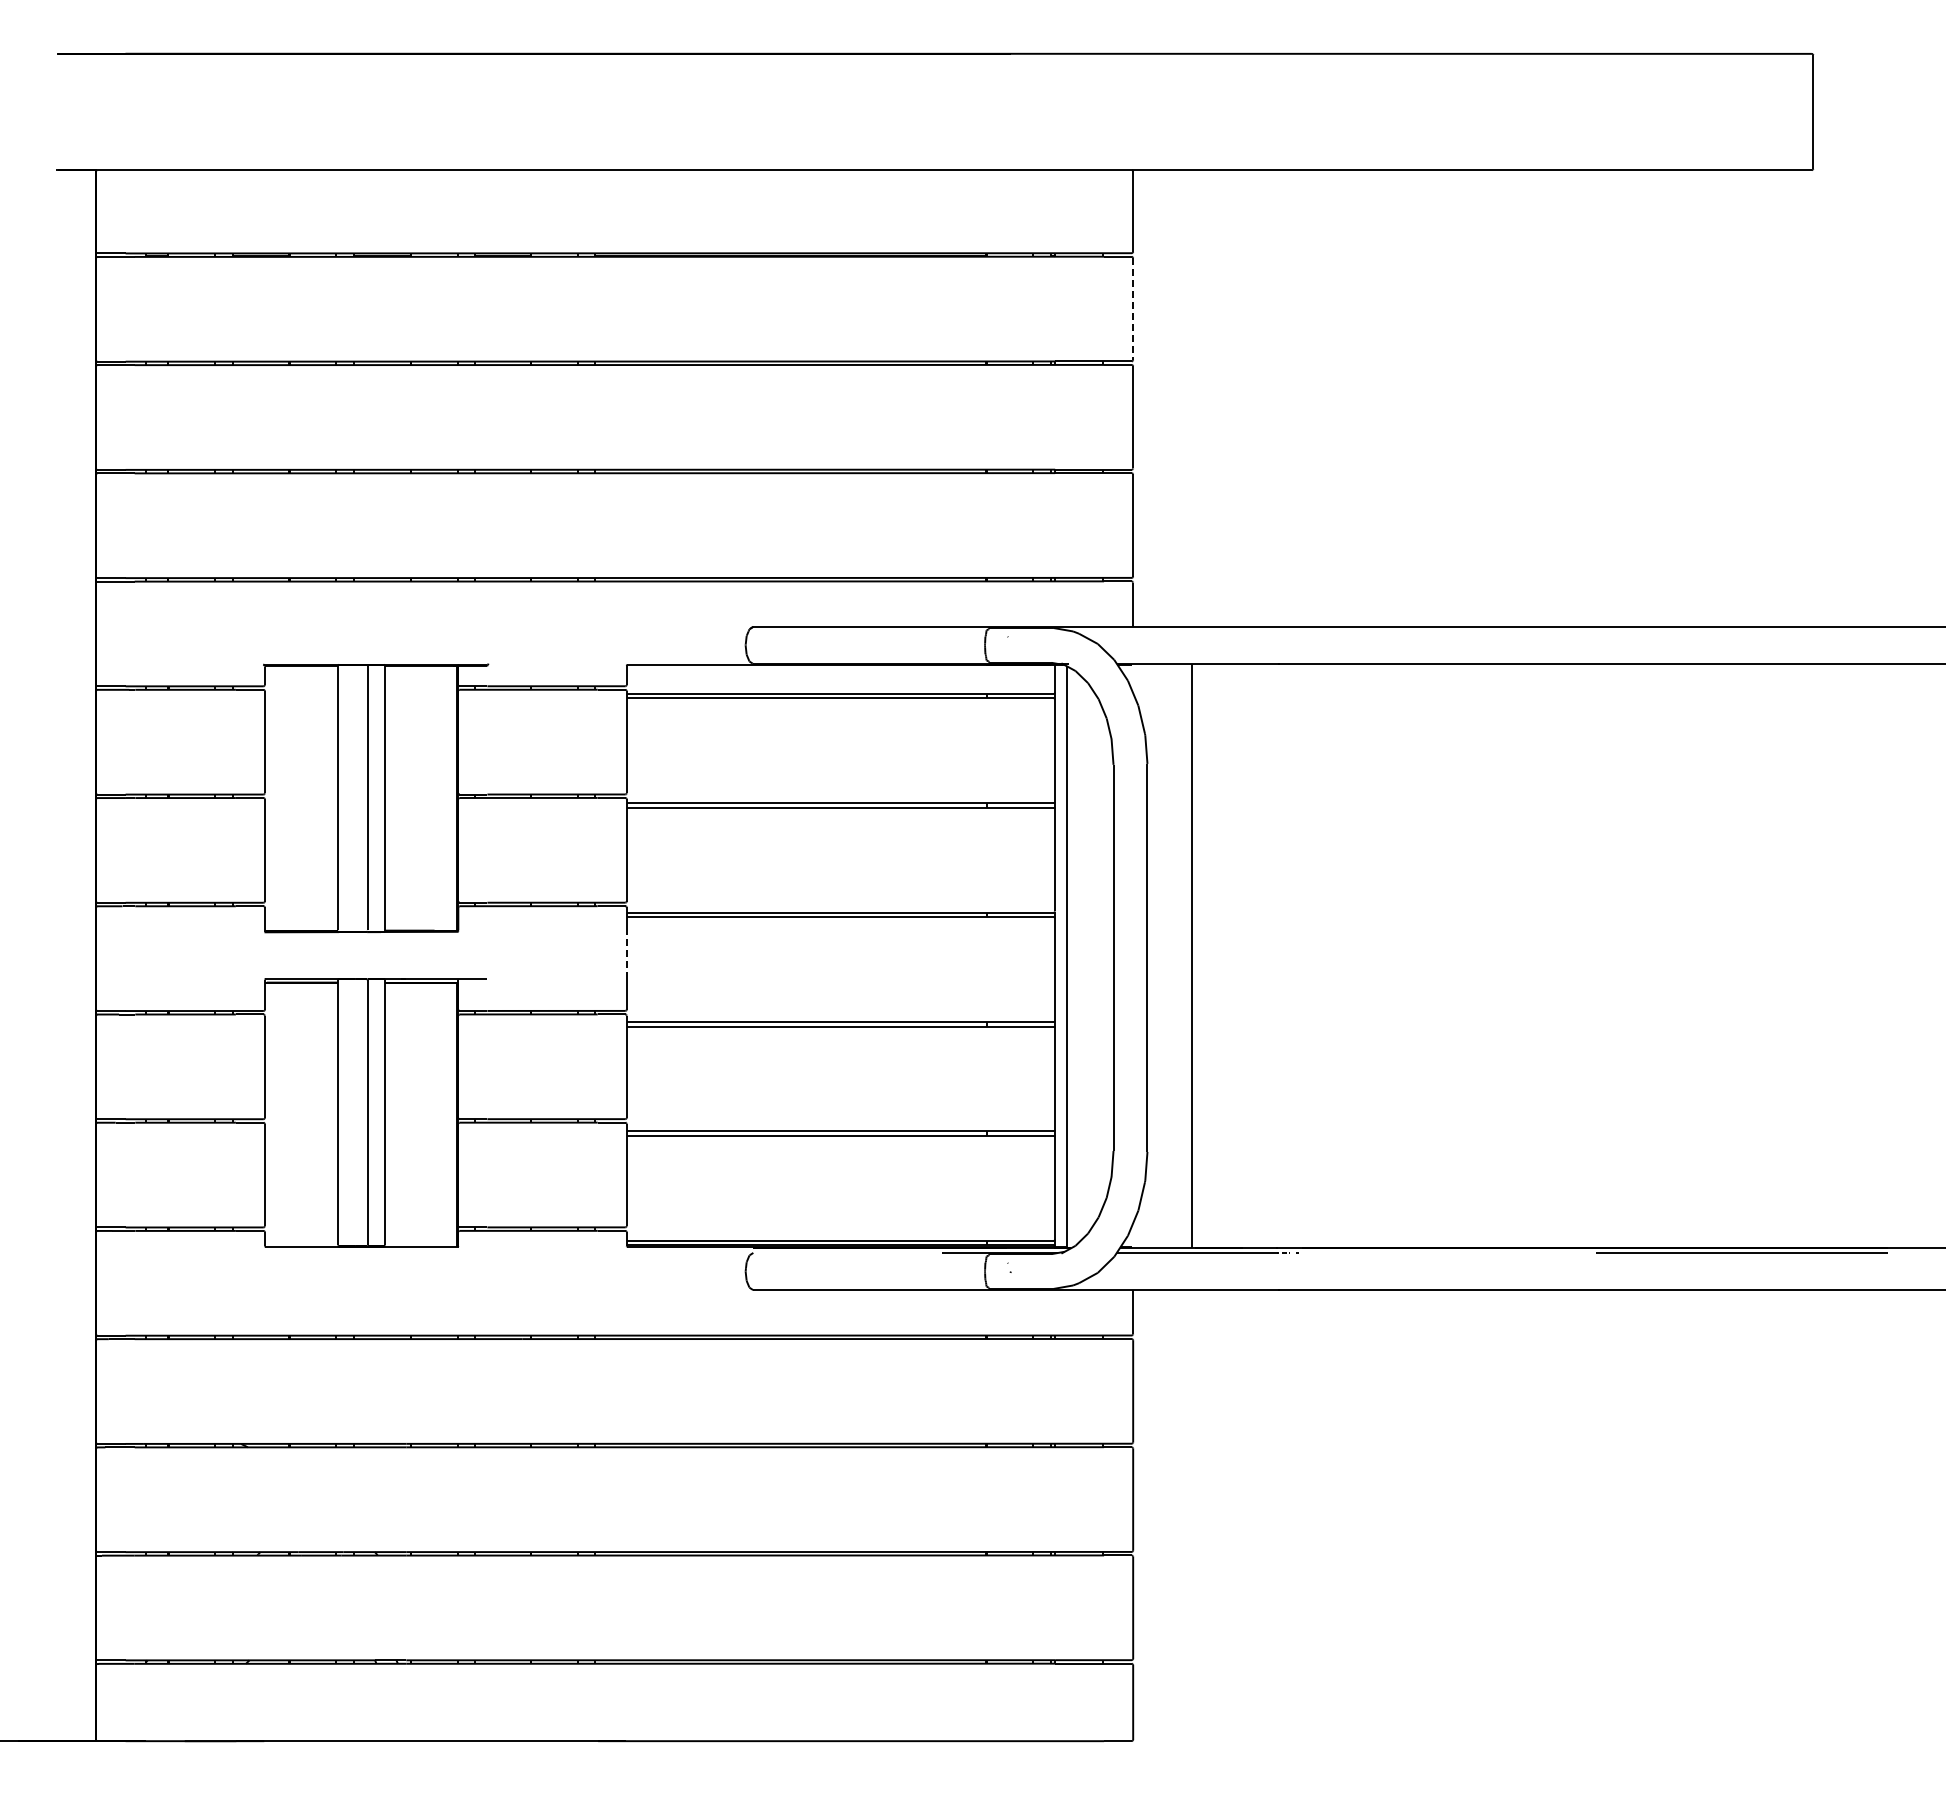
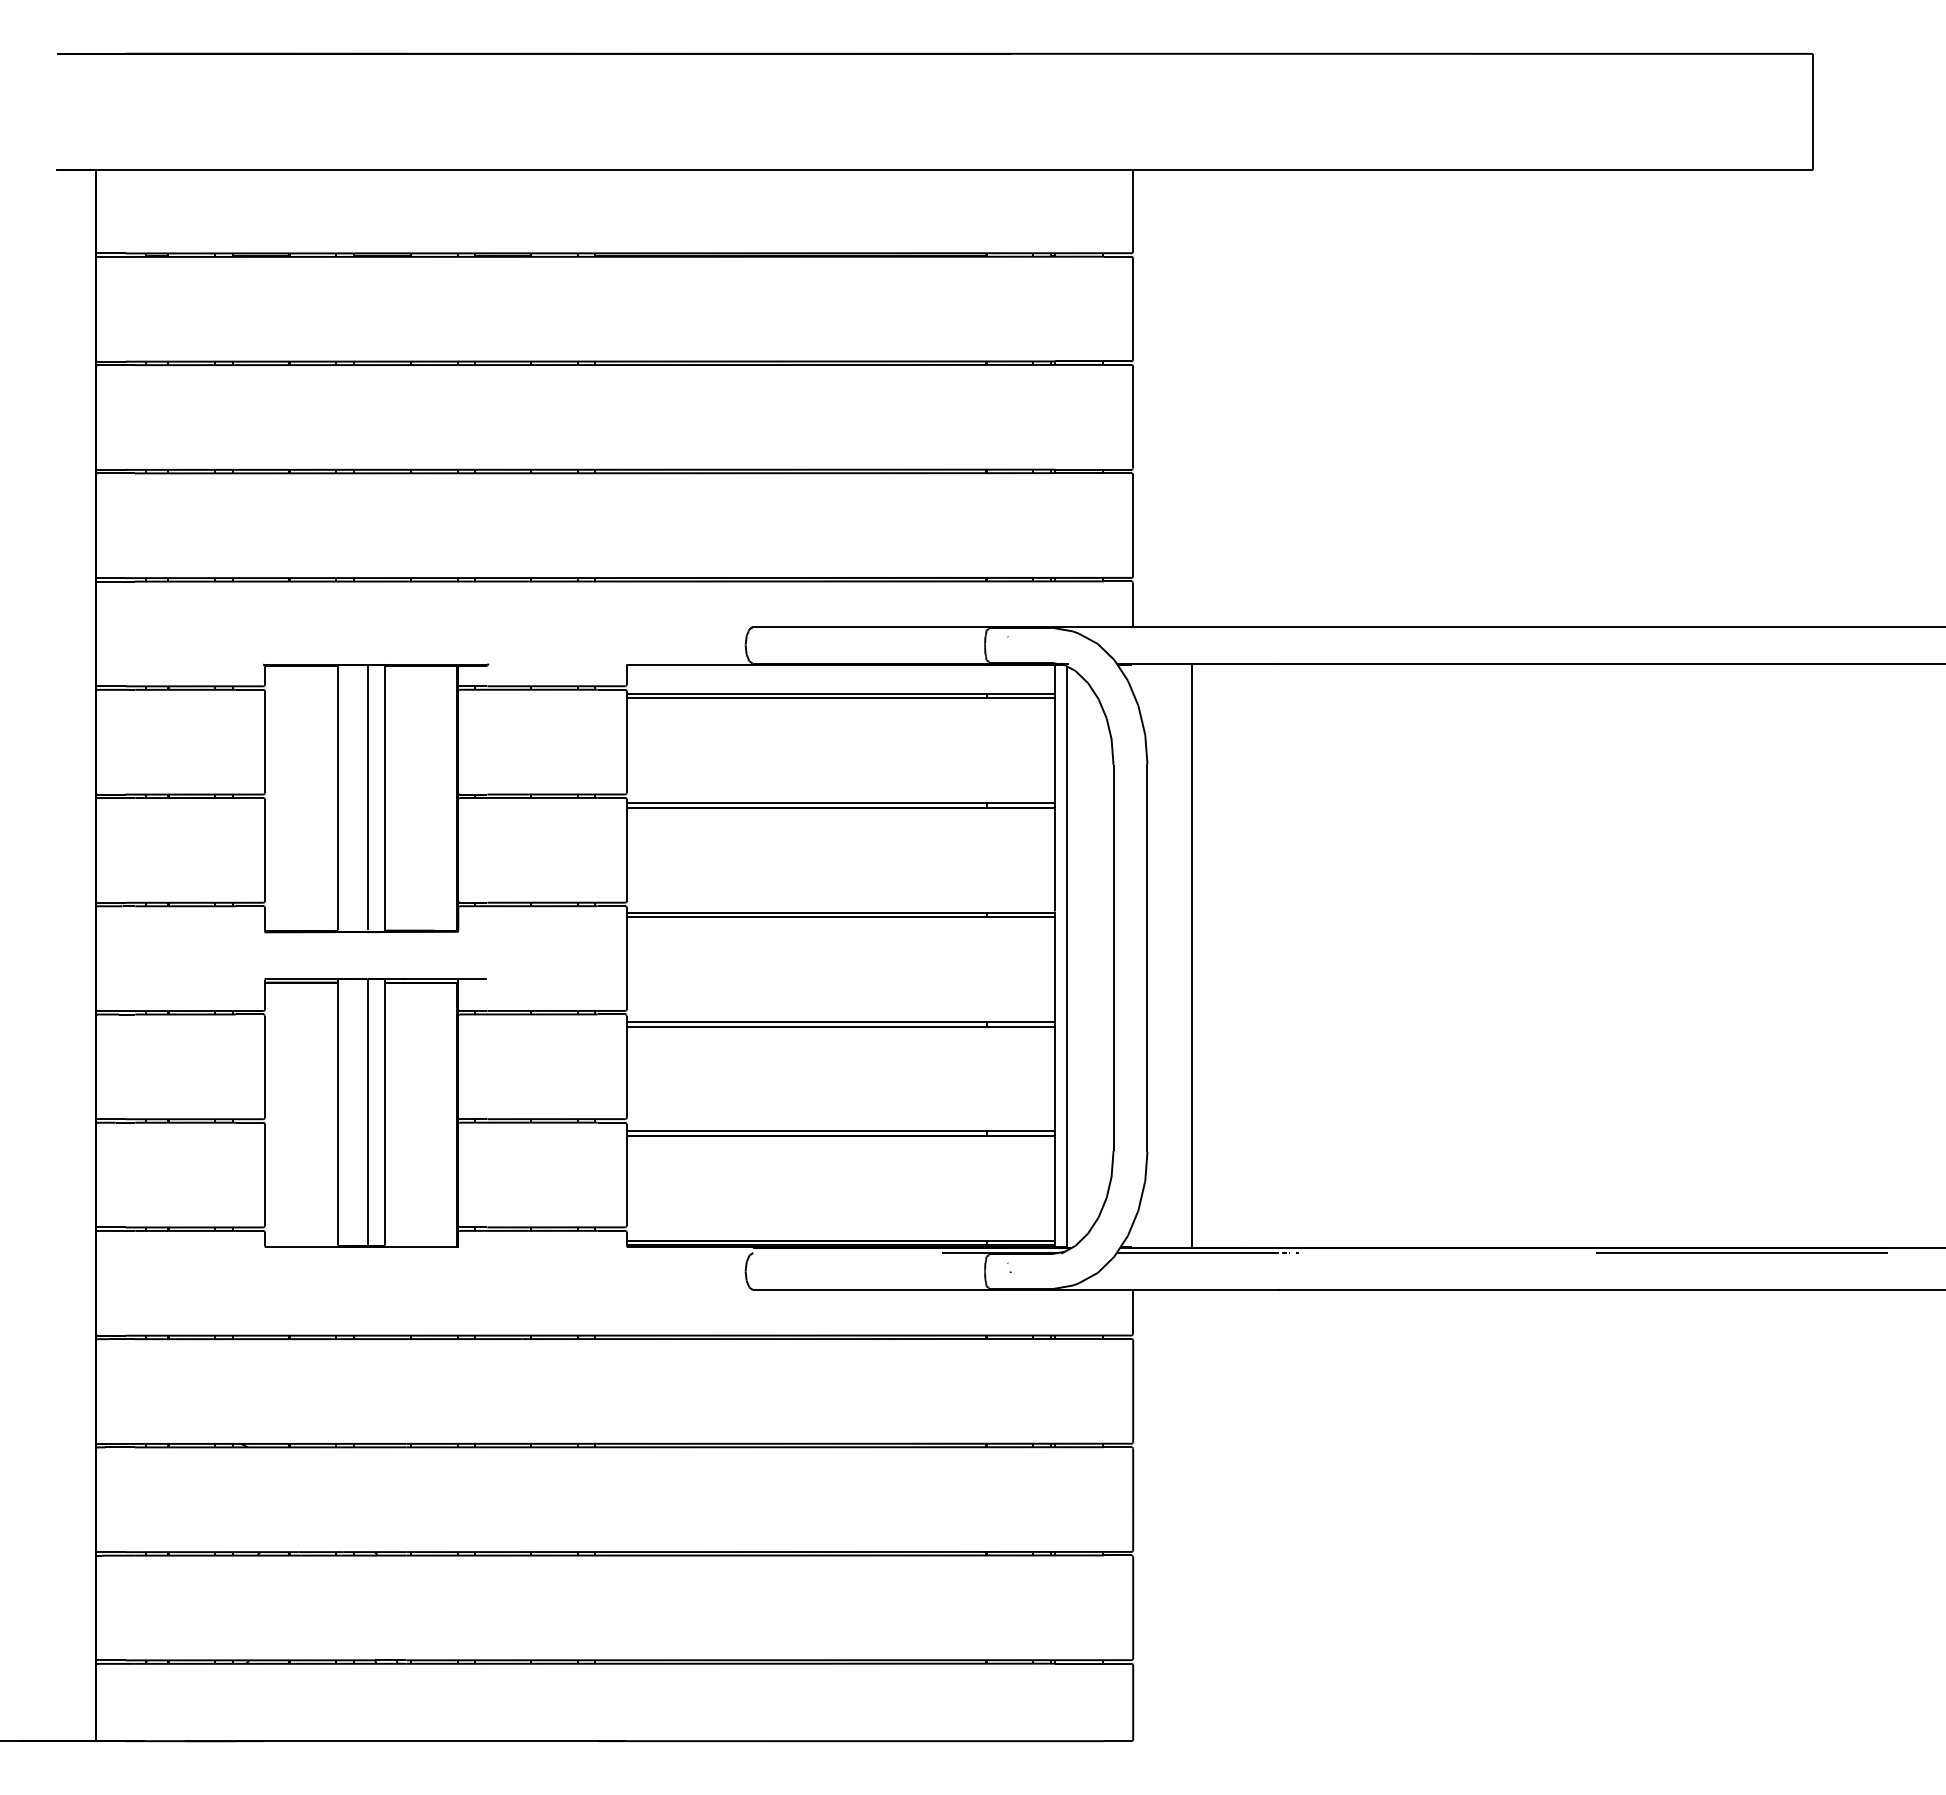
line at (1133, 309): dashed -> solid
line at (626, 955): dashed -> solid
